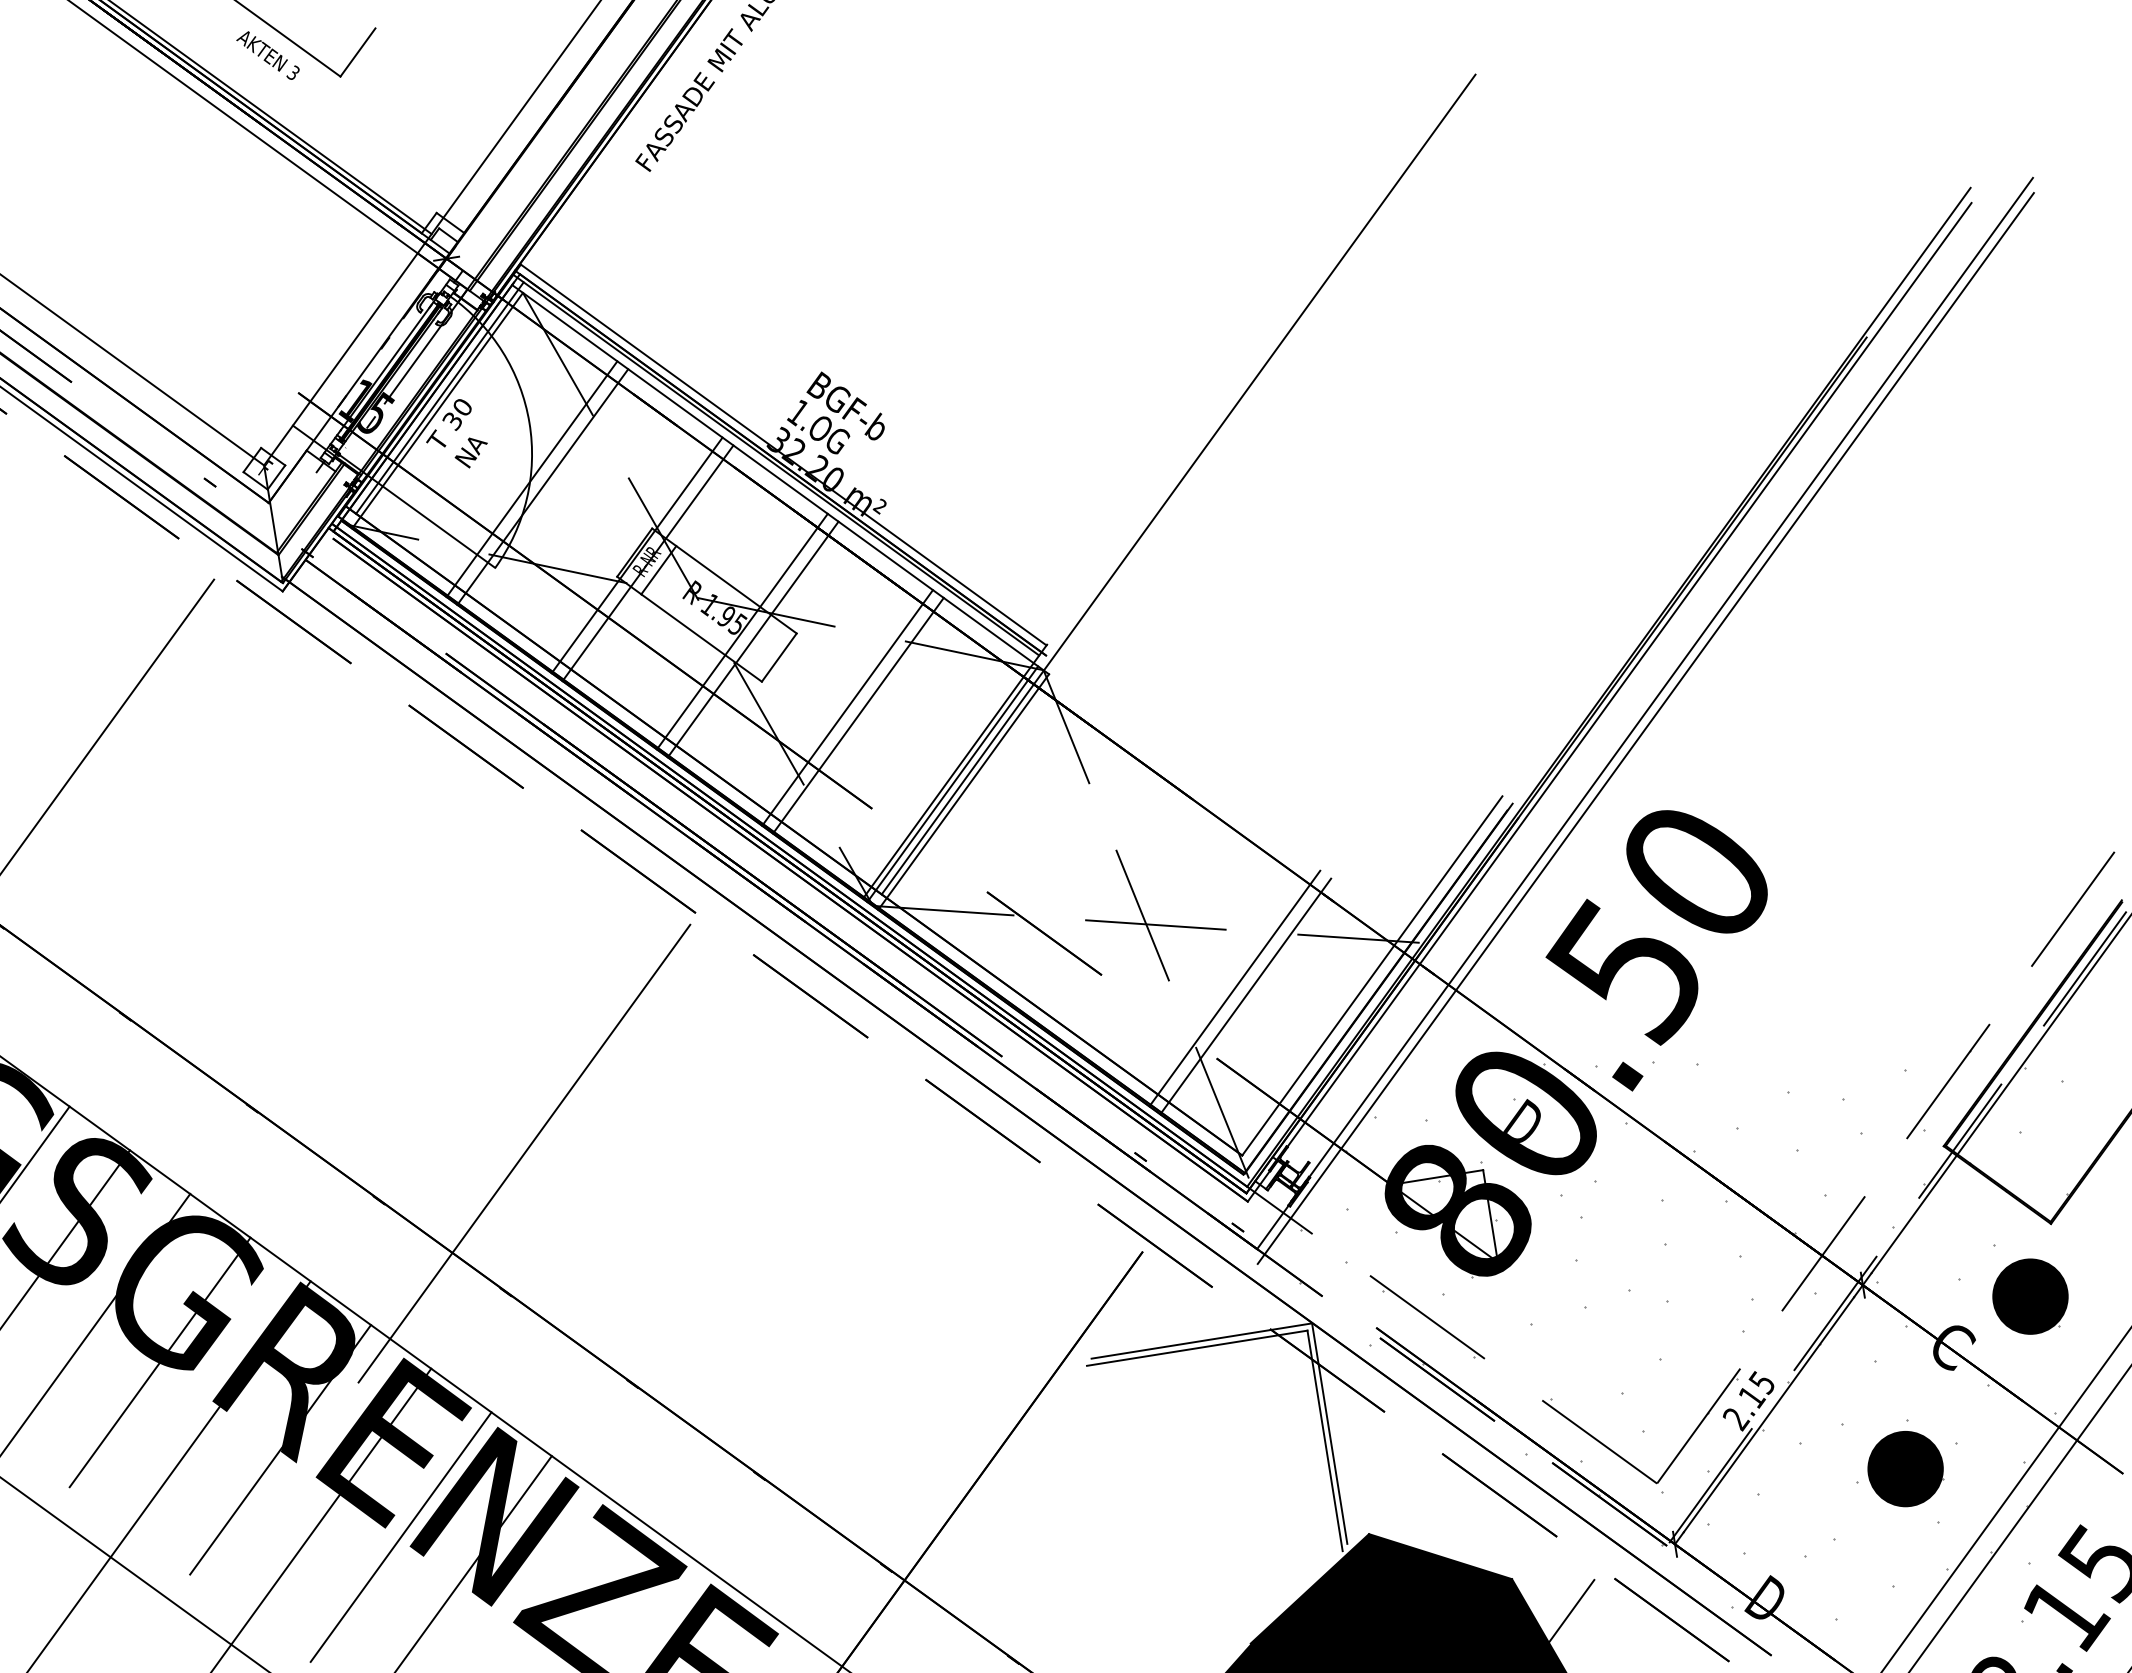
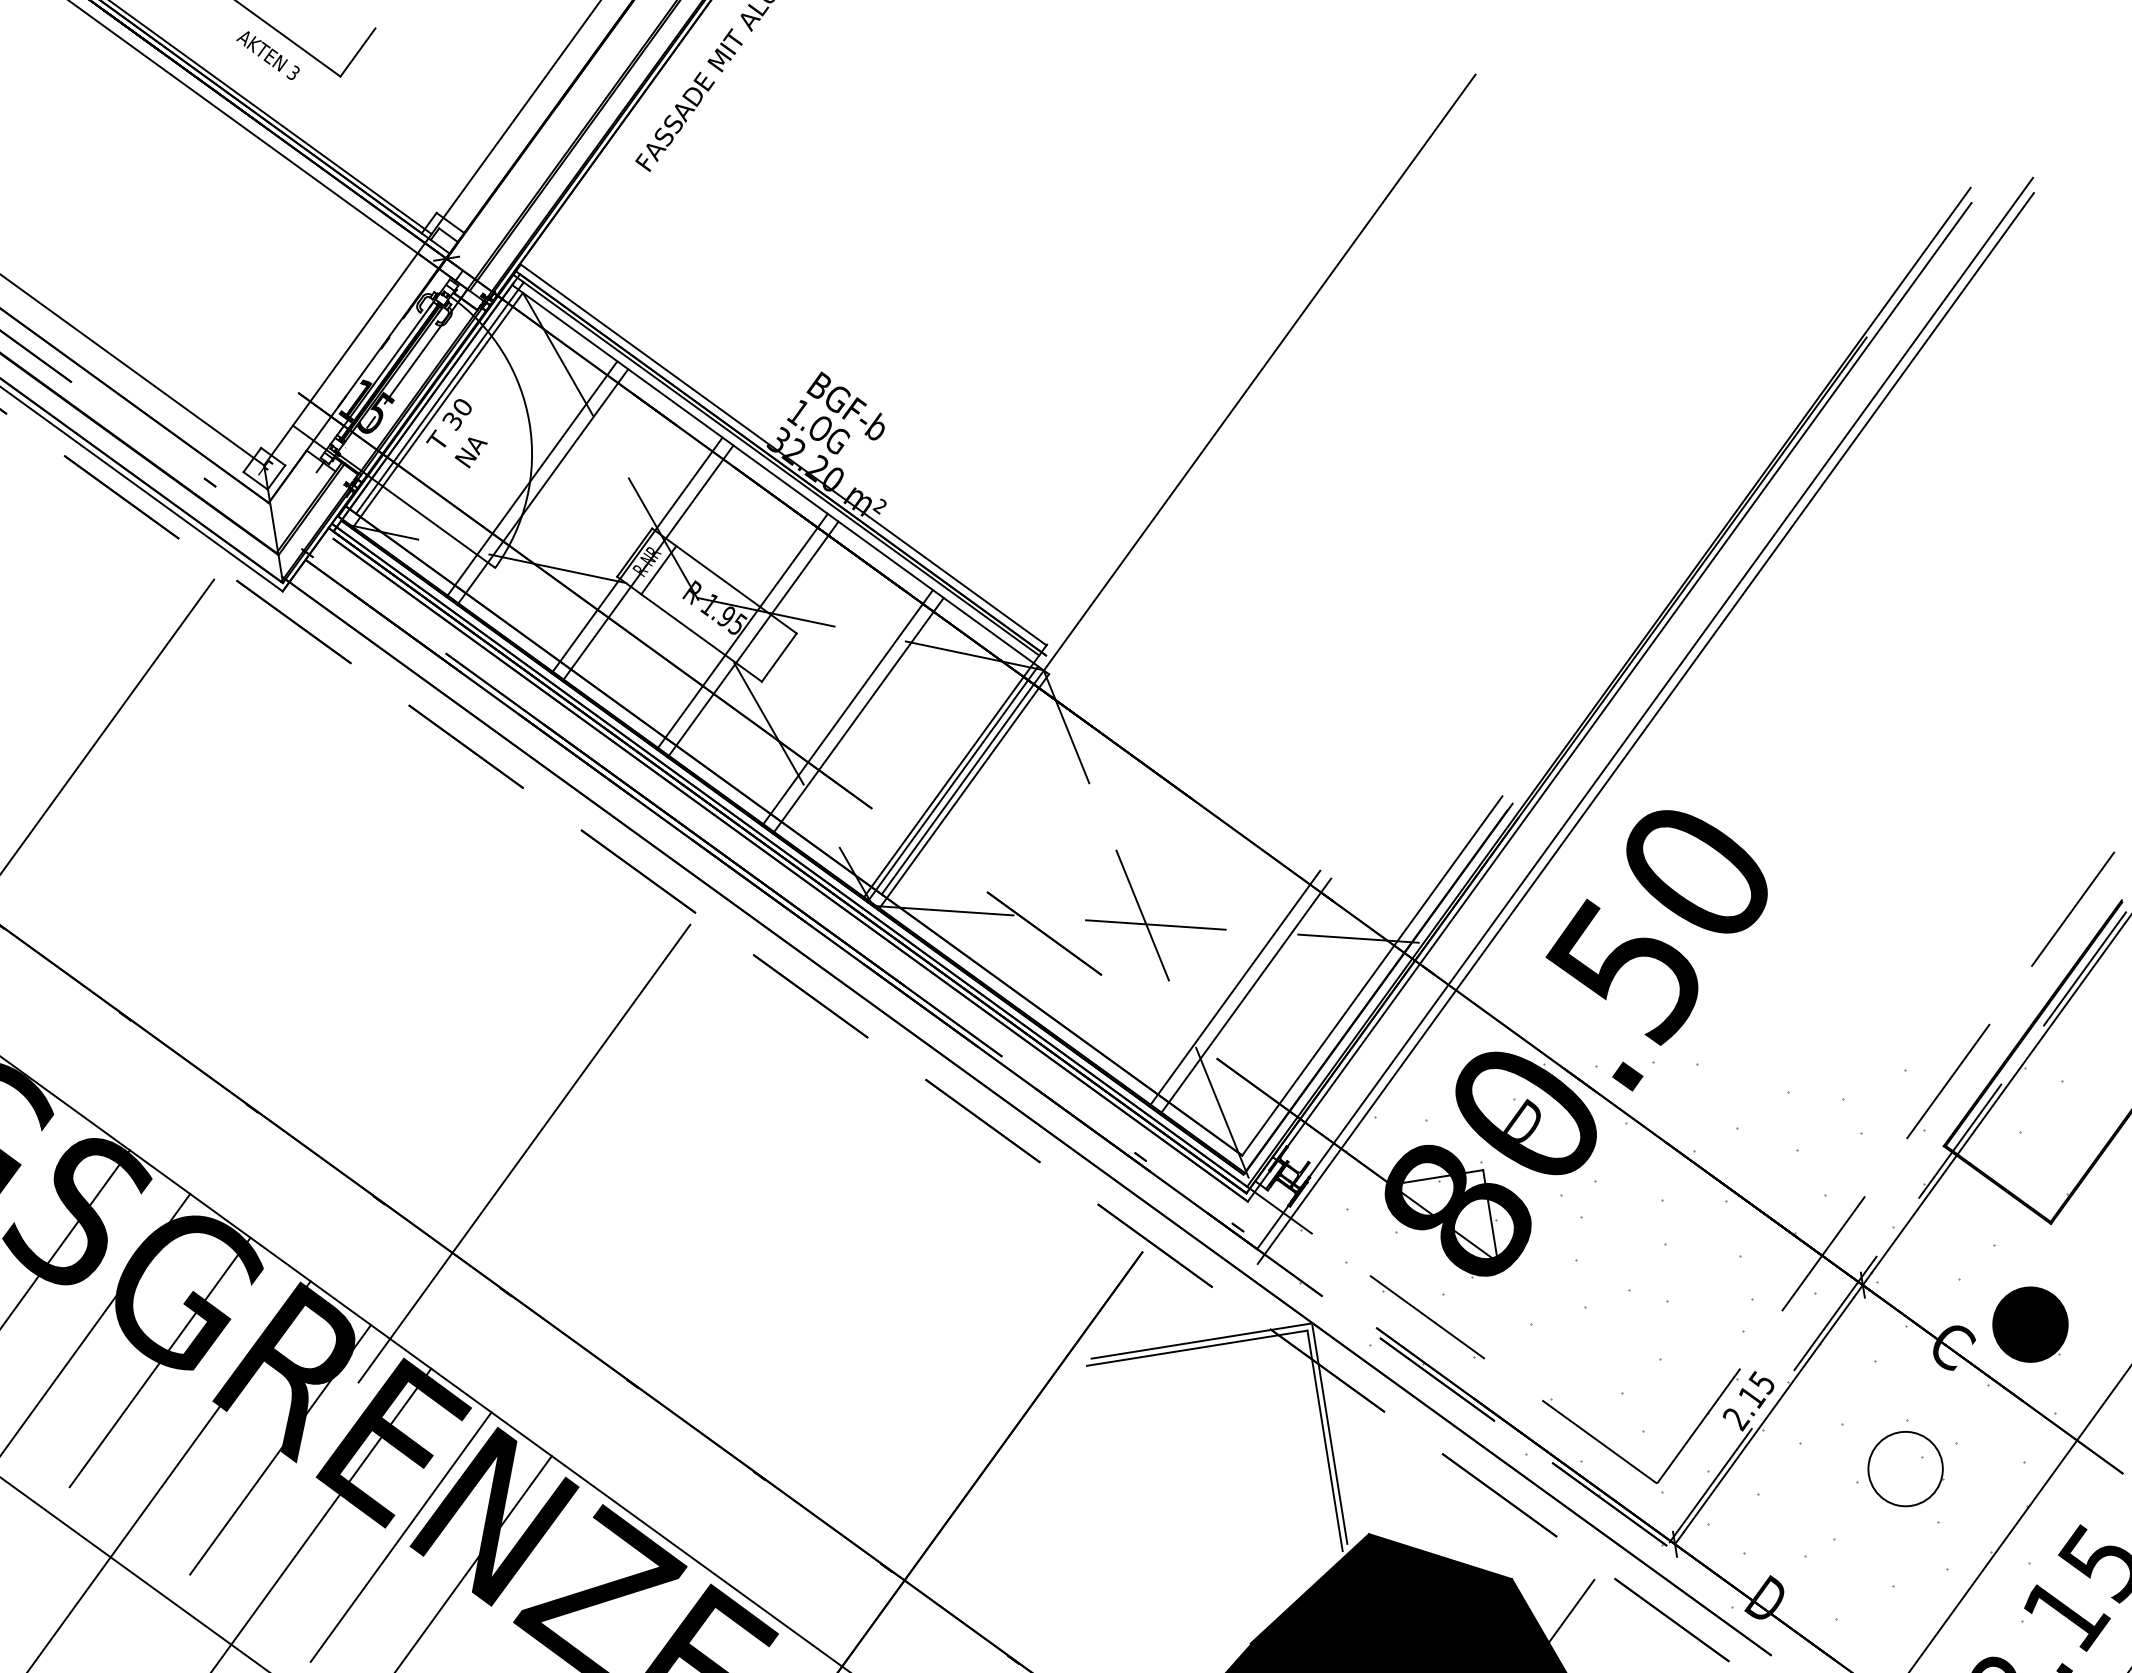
line at (35, 1152): present -> none
part at (2030, 1296) position: (2030, 1296) -> (2030, 1324)
fill at (1905, 1468): present -> none
line at (2005, 1500): present -> none
